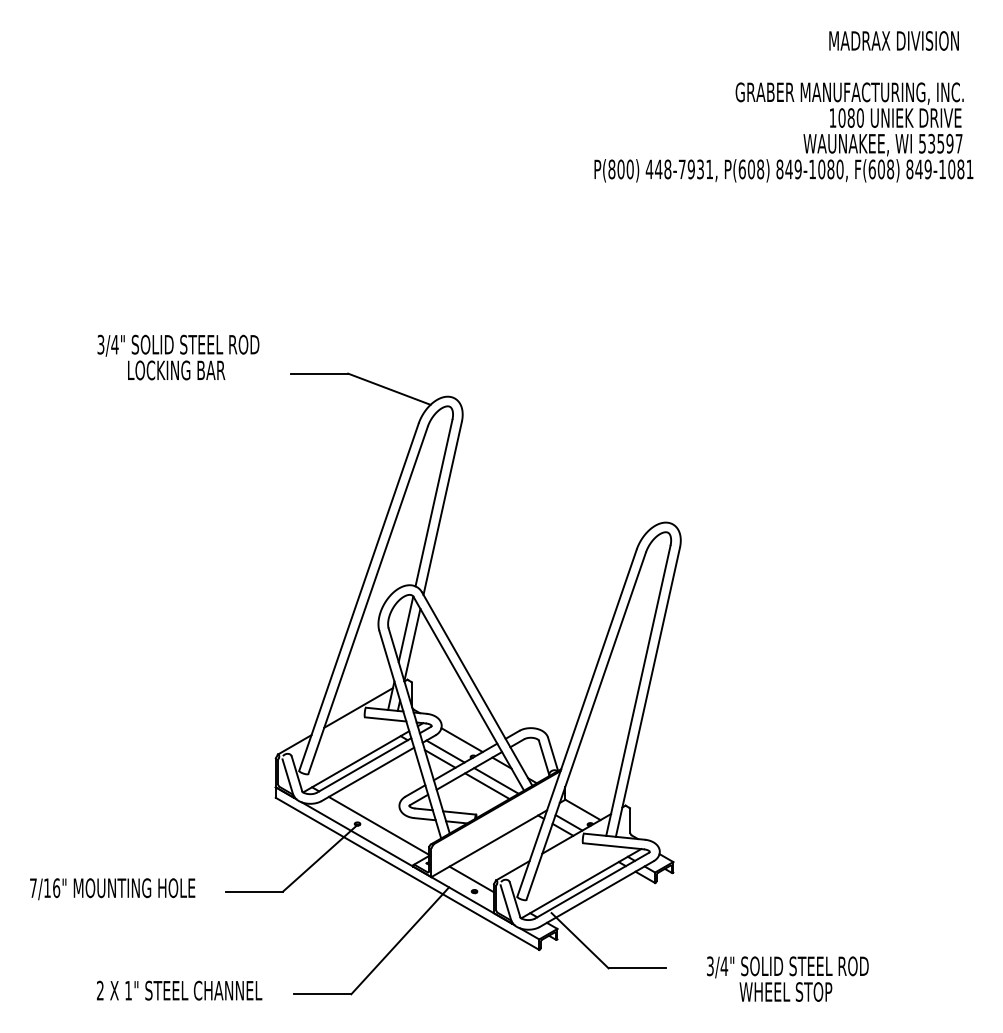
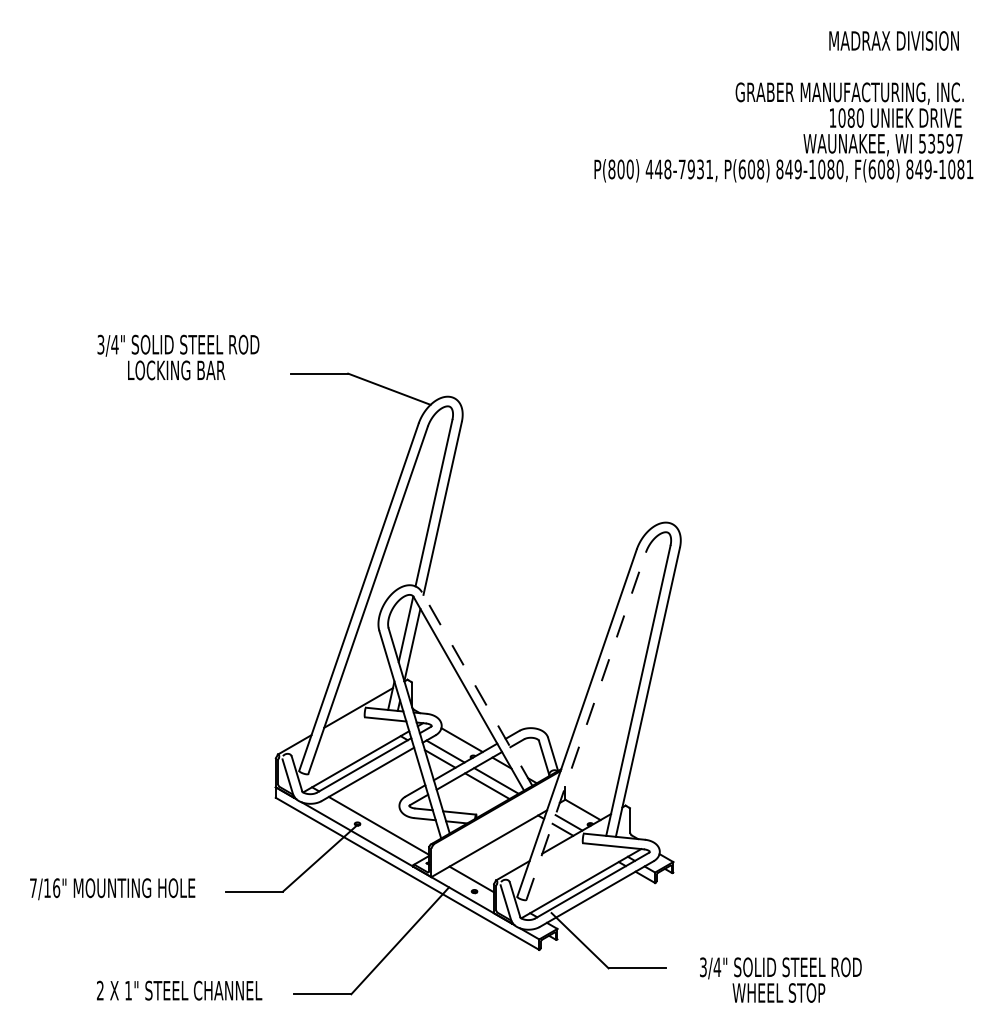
line at (477, 688): solid -> dashed
line at (586, 726): solid -> dashed
text at (787, 978) position: (787, 978) -> (780, 979)
